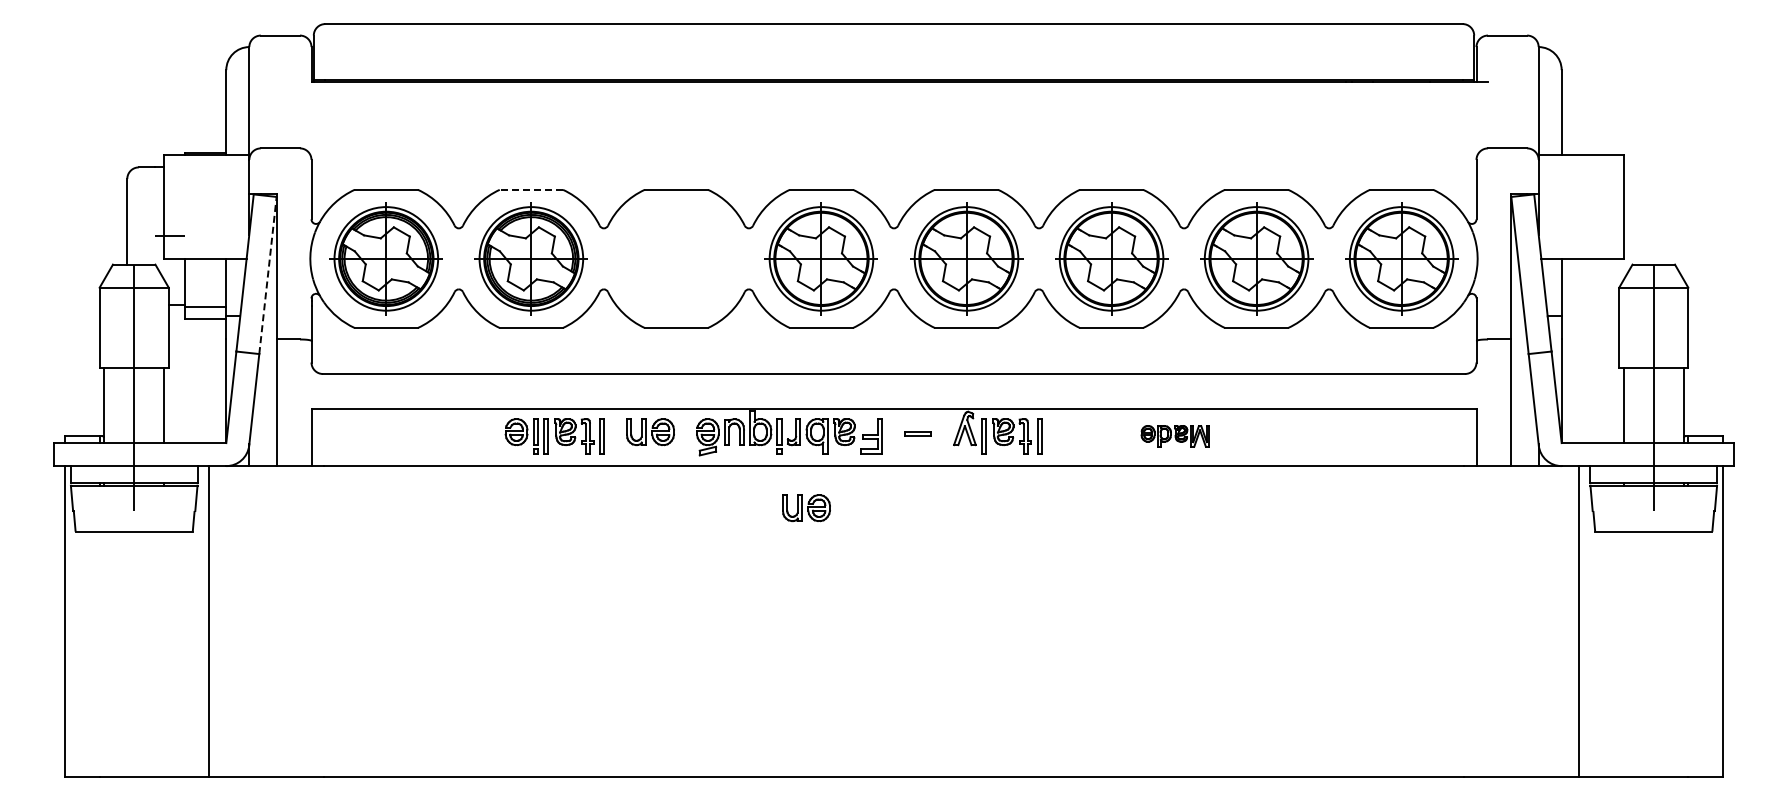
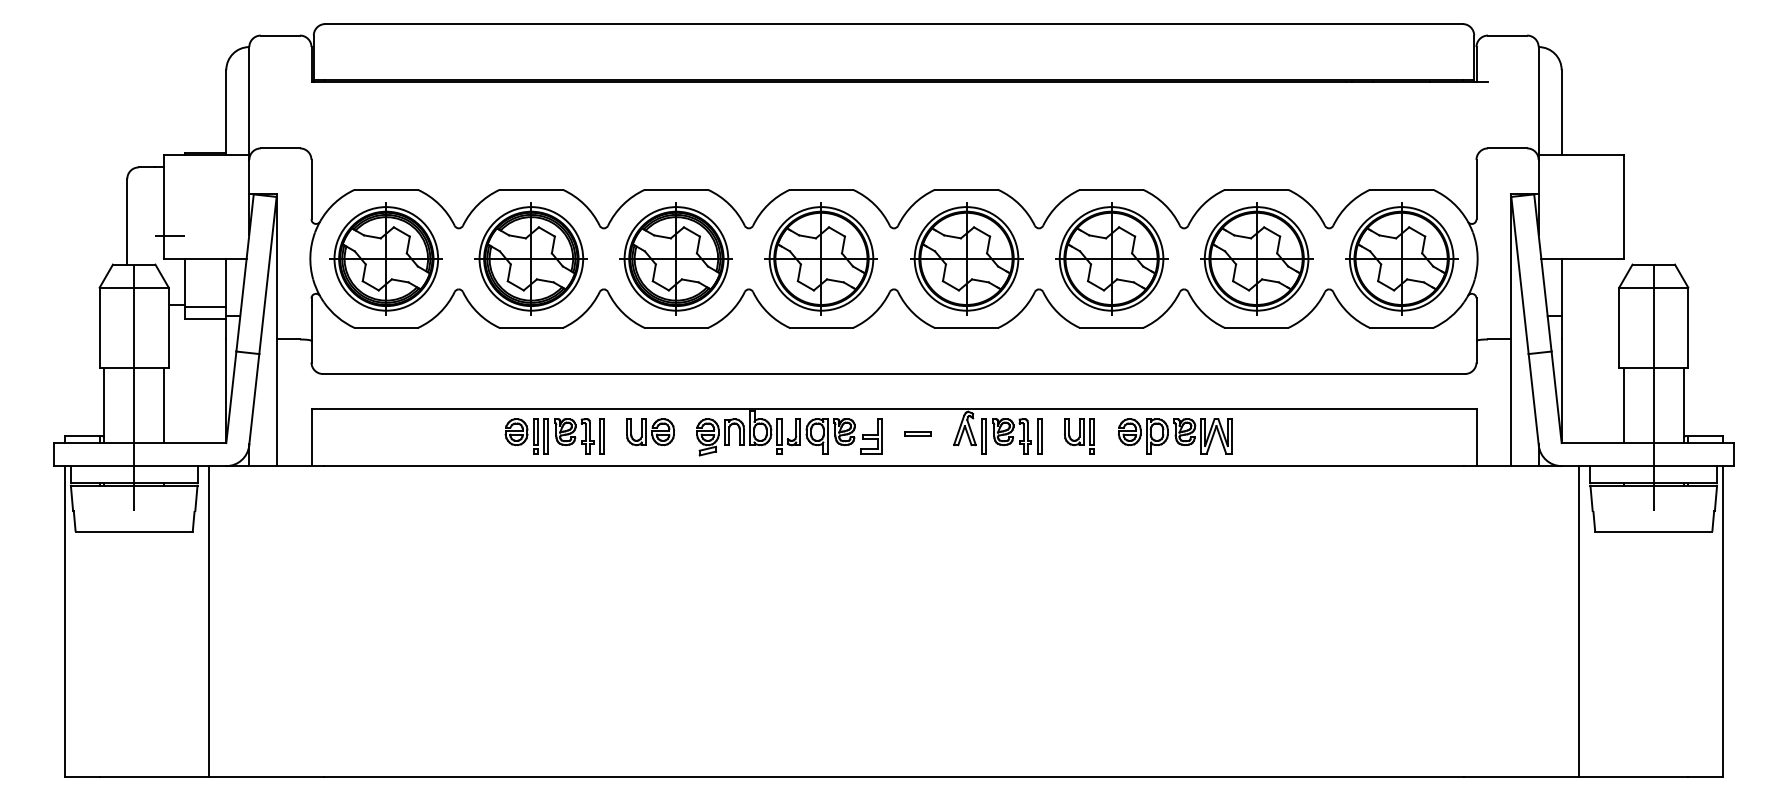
line at (531, 189): dashed -> solid
part at (675, 258): none -> present
line at (268, 275): dashed -> solid
part at (1079, 436): none -> present
part at (1174, 436) size: 70x23 px -> 115x37 px
part at (806, 508): present -> none
